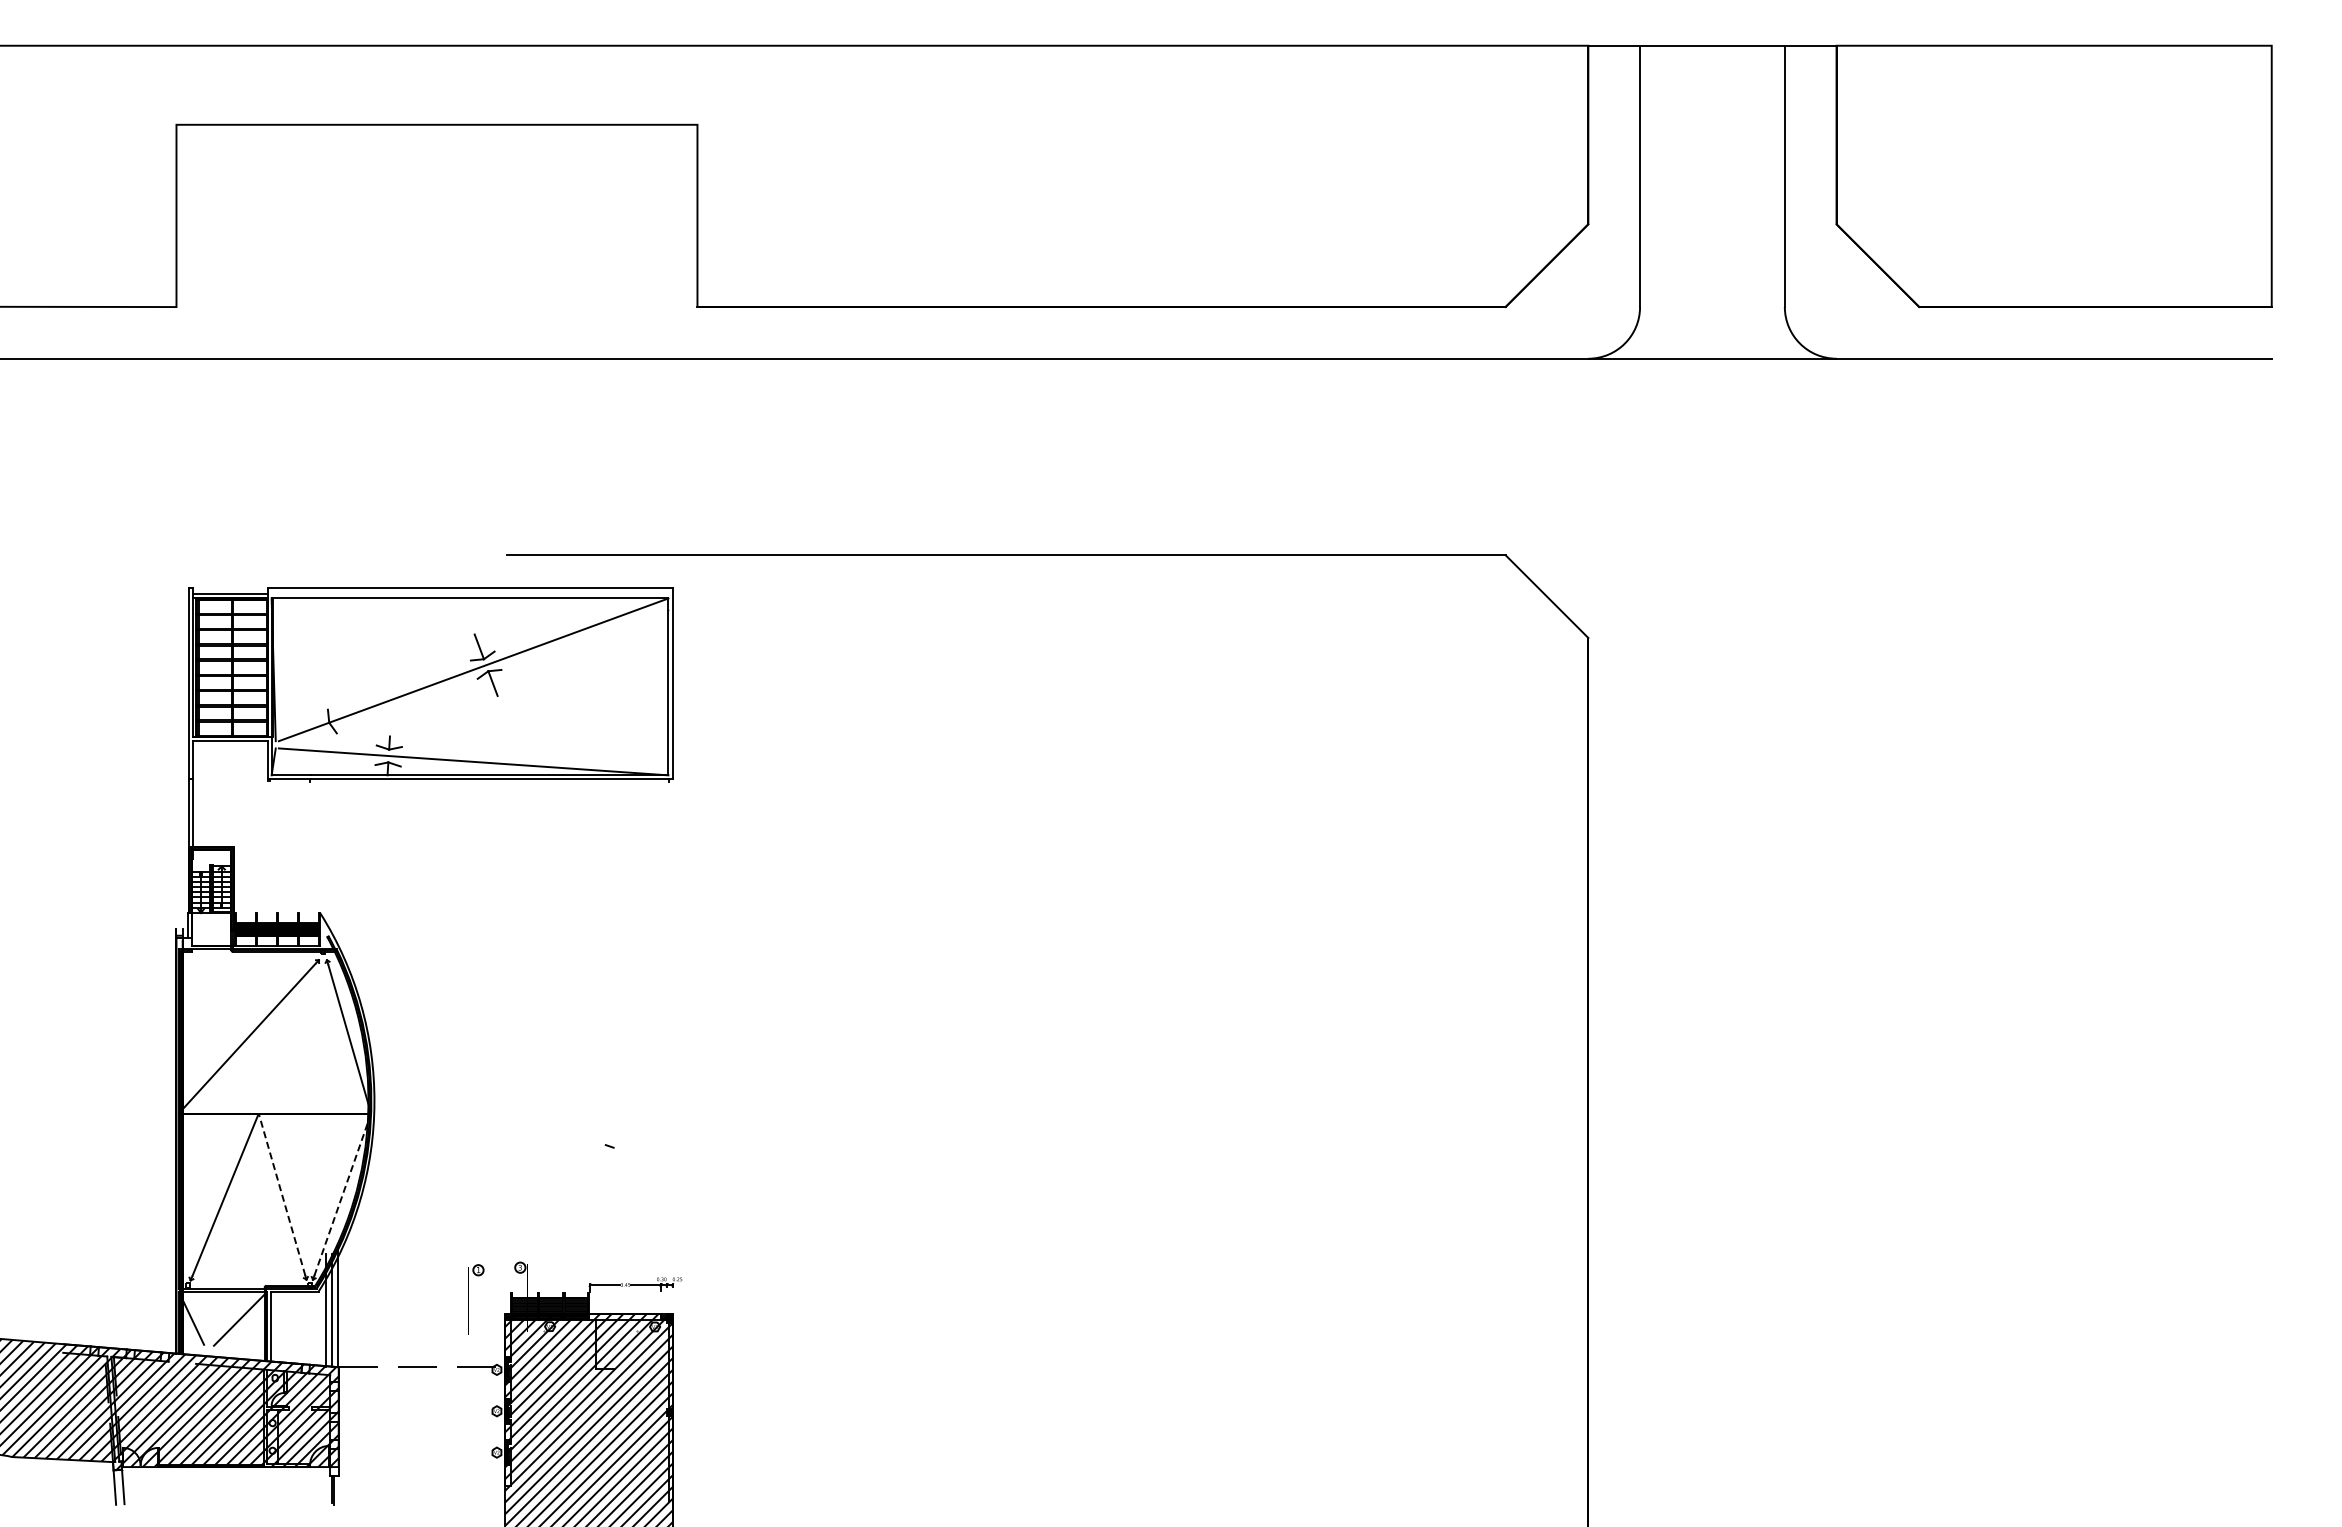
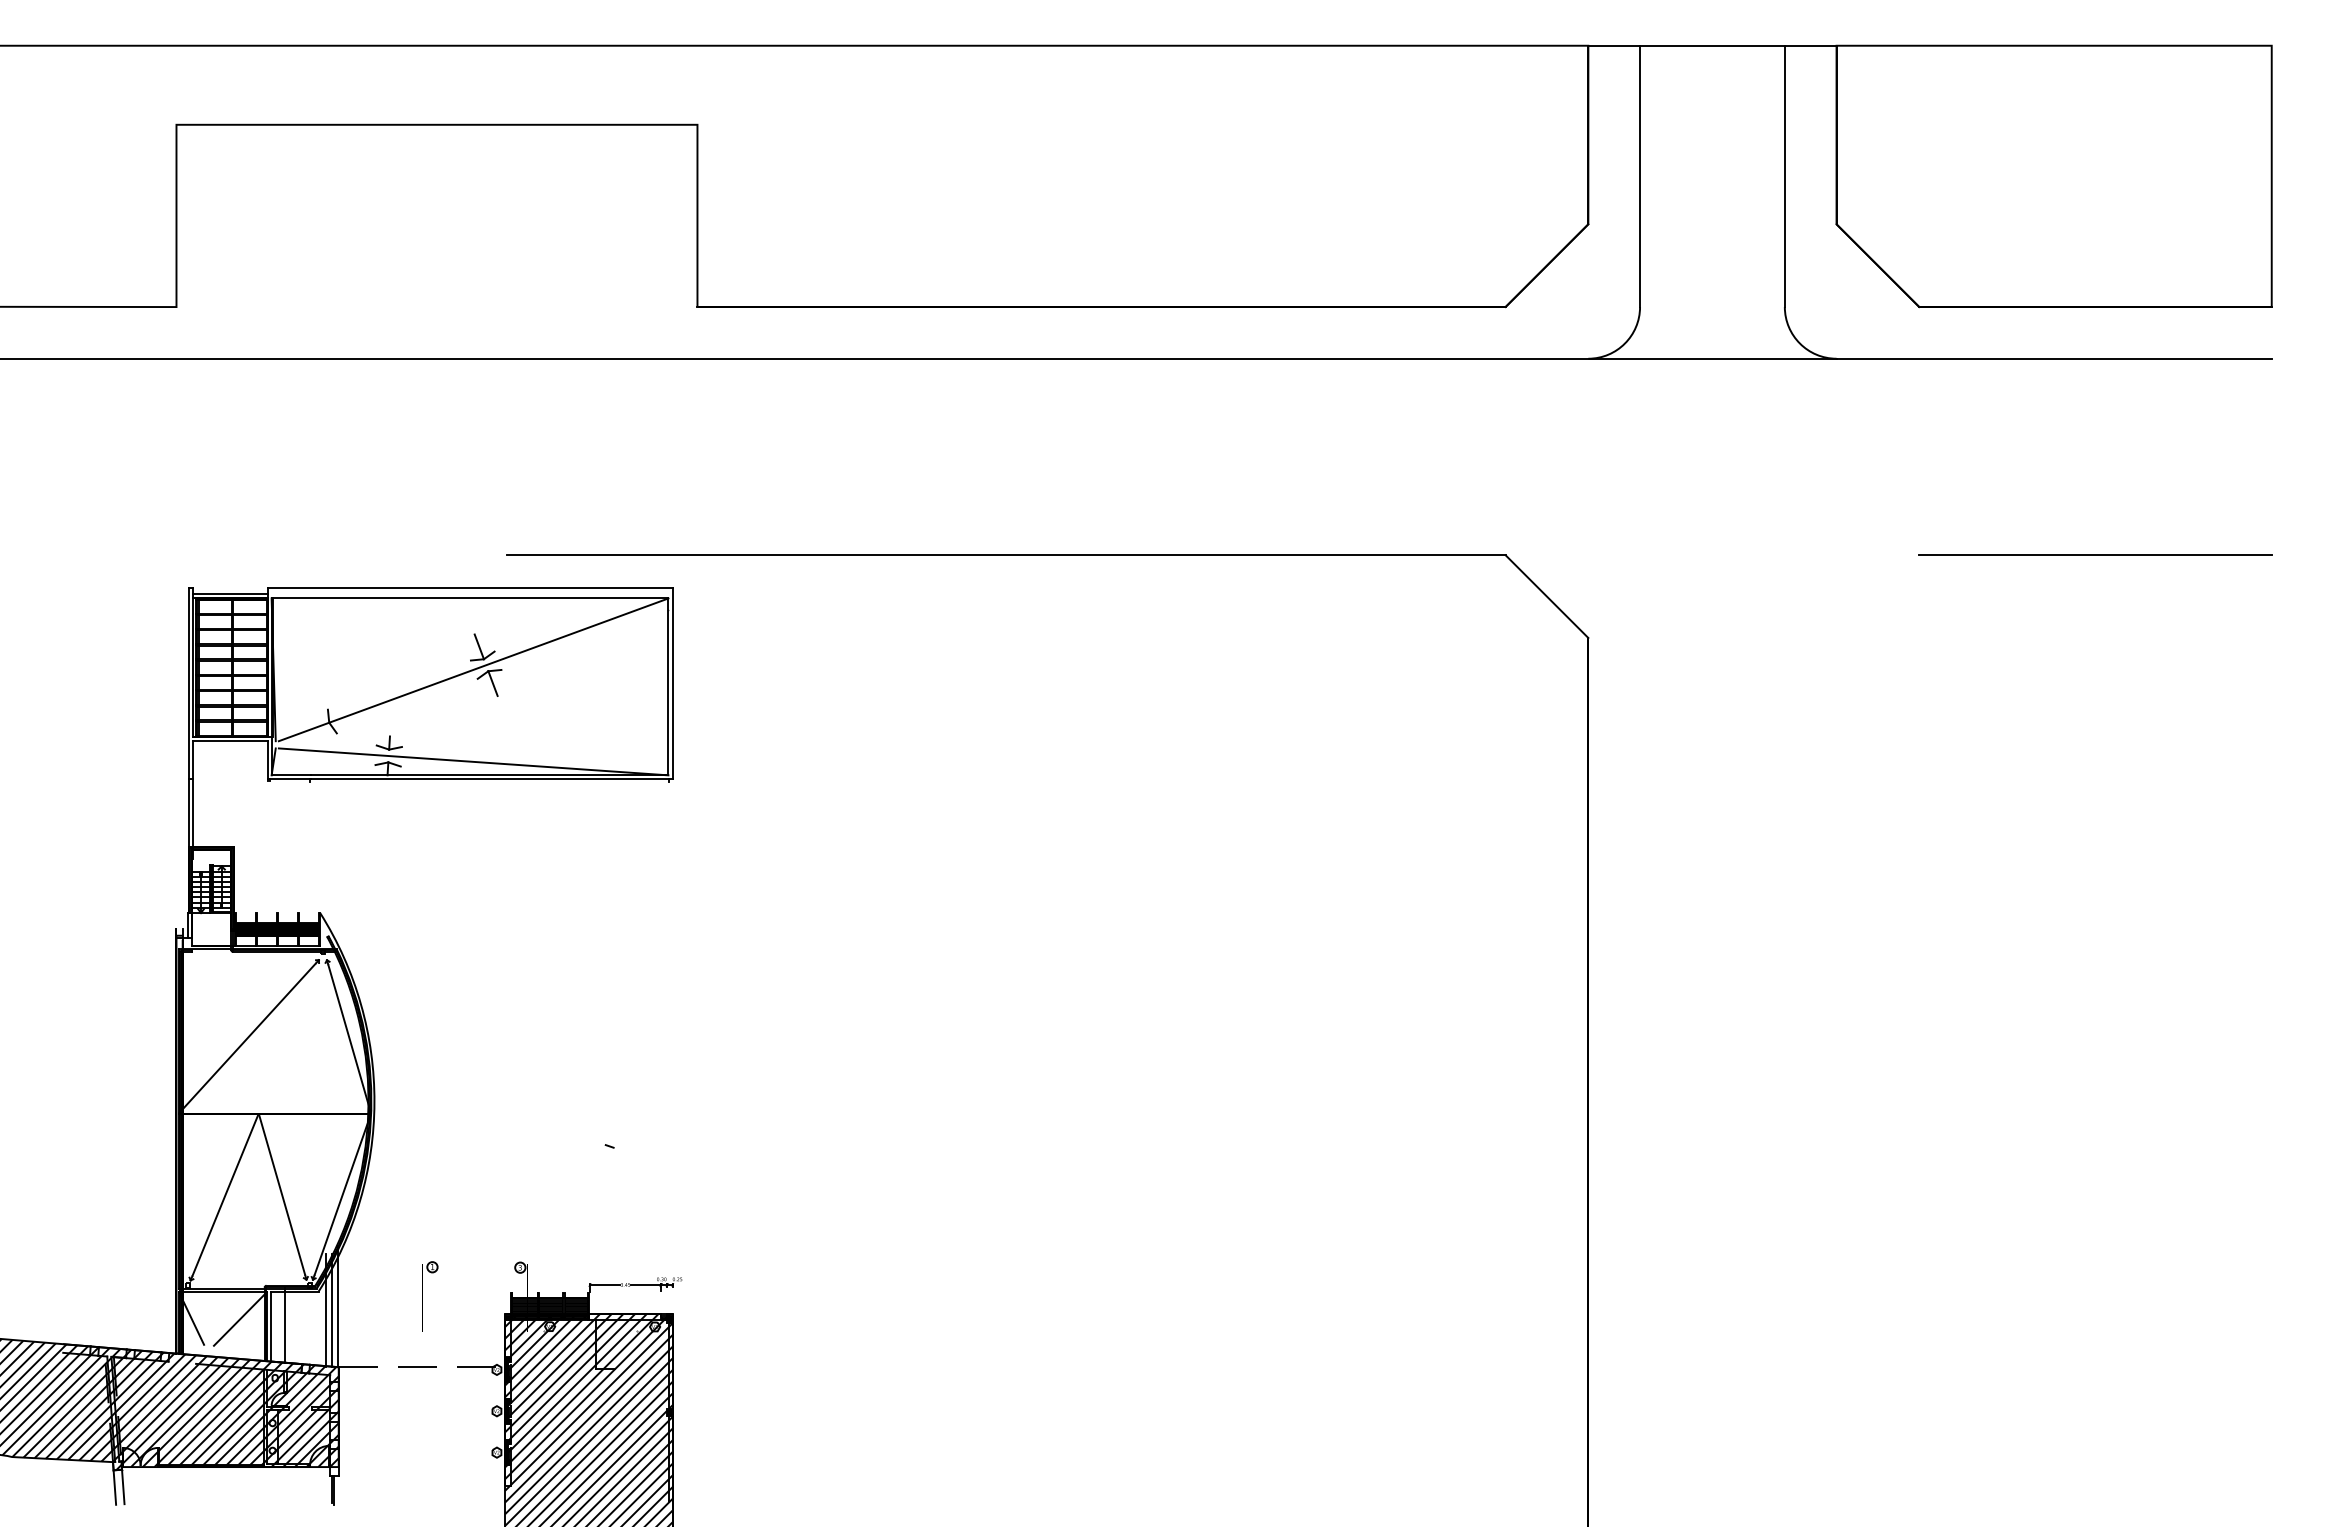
line at (2095, 554): none -> present
line at (281, 1194): dashed -> solid
line at (342, 1194): dashed -> solid
part at (468, 1299) position: (468, 1299) -> (422, 1296)
line at (285, 1324): none -> present
